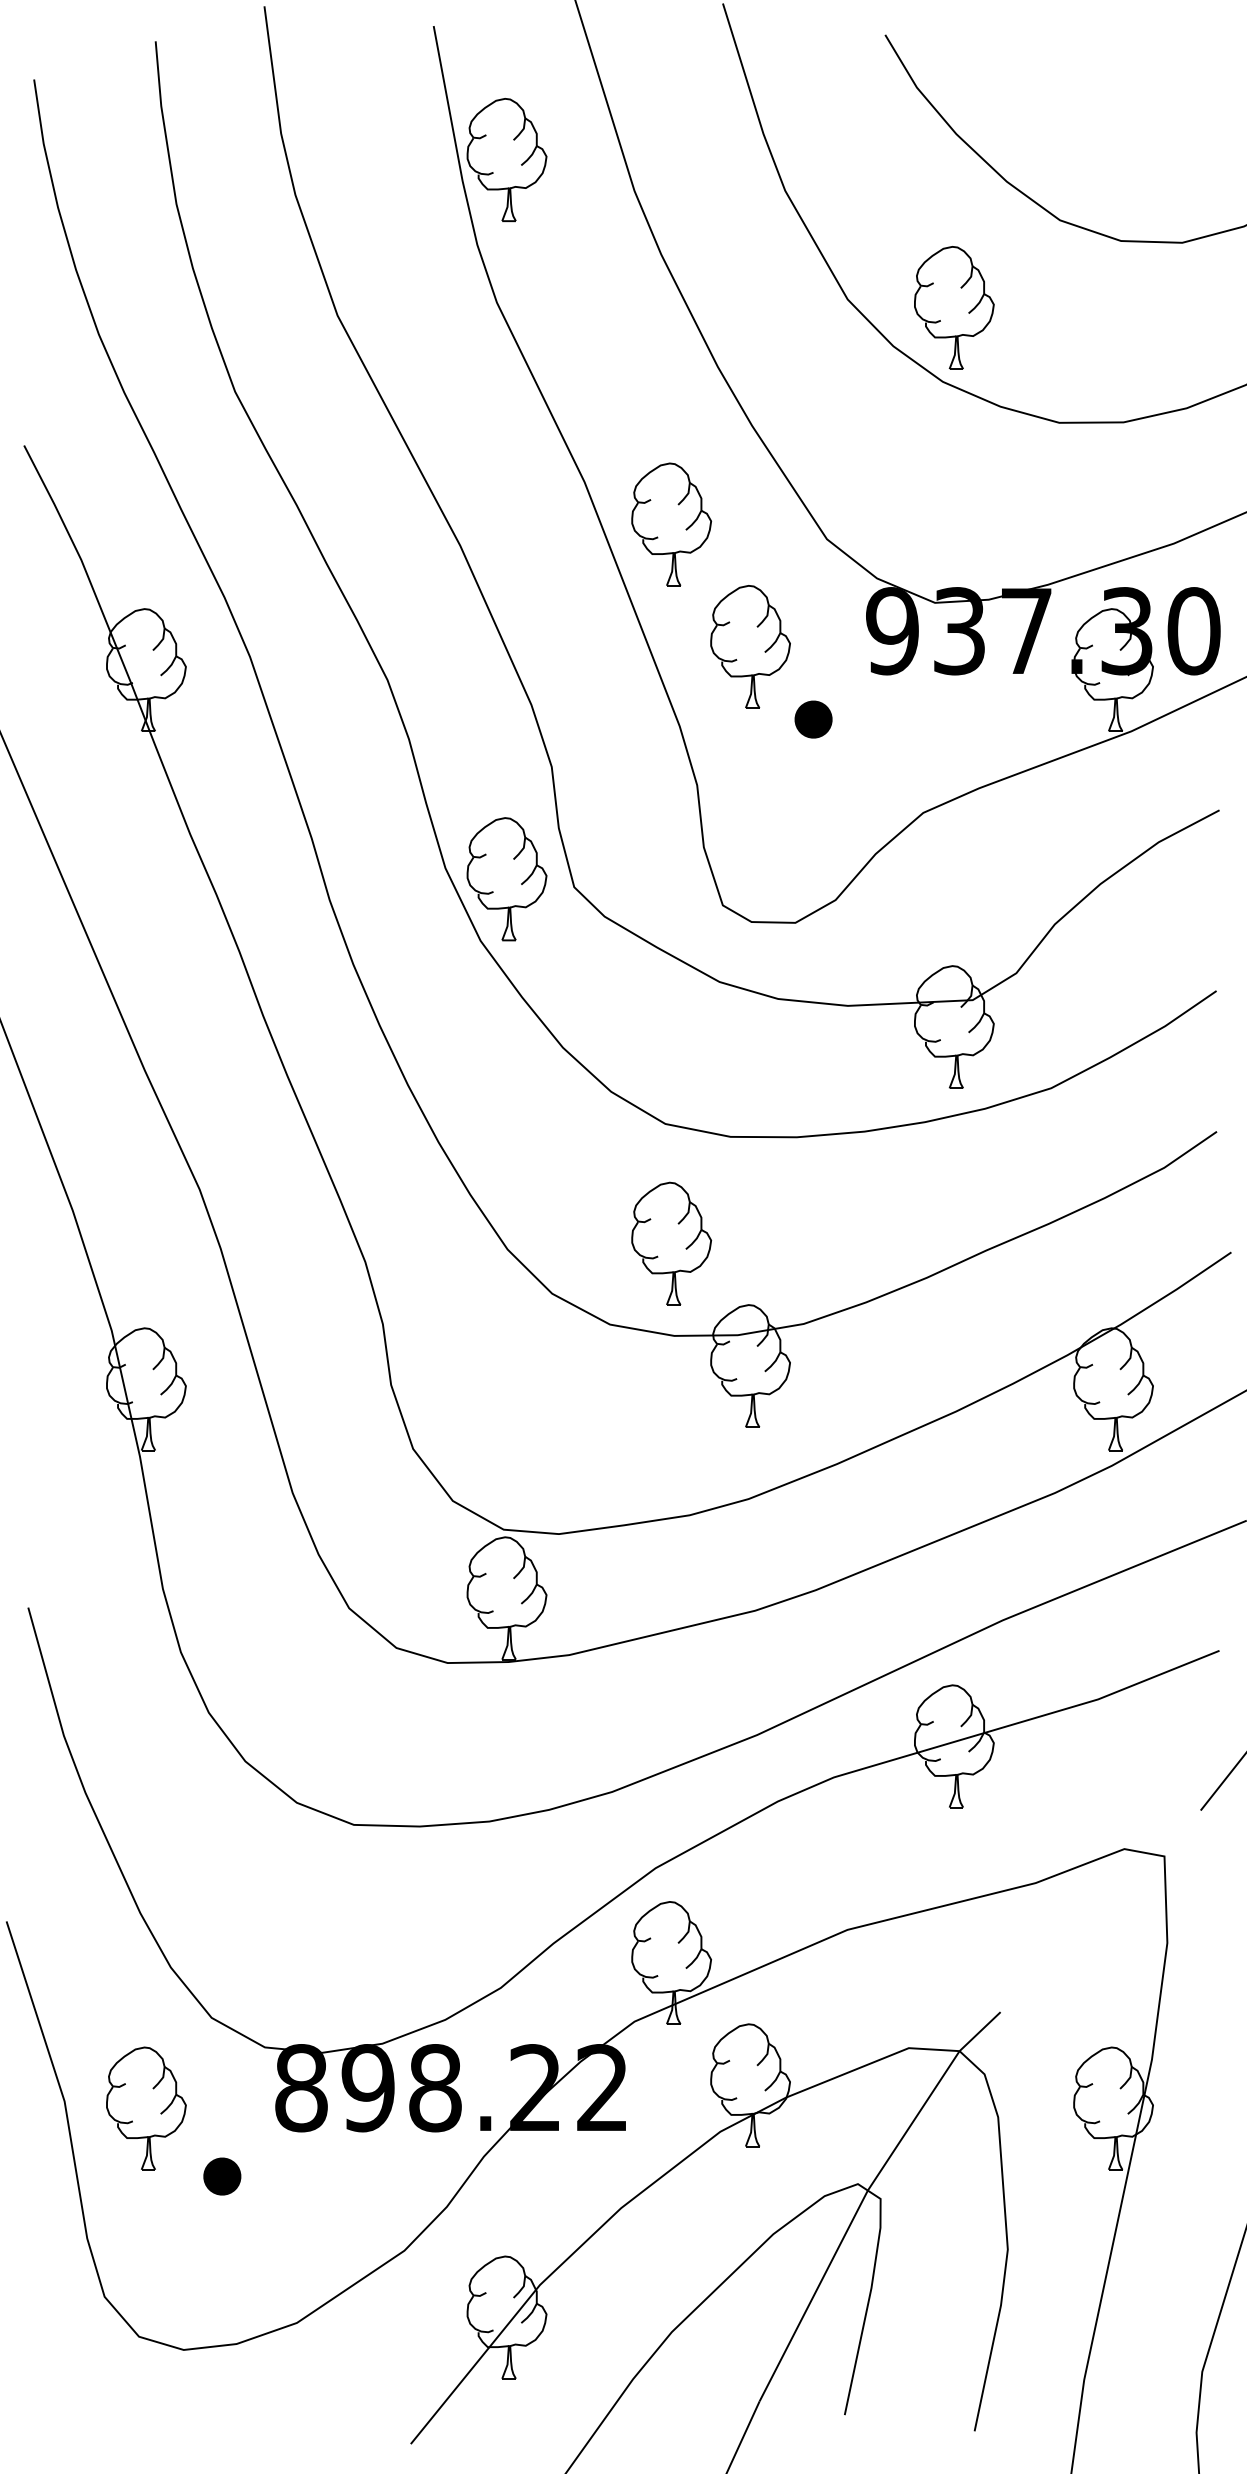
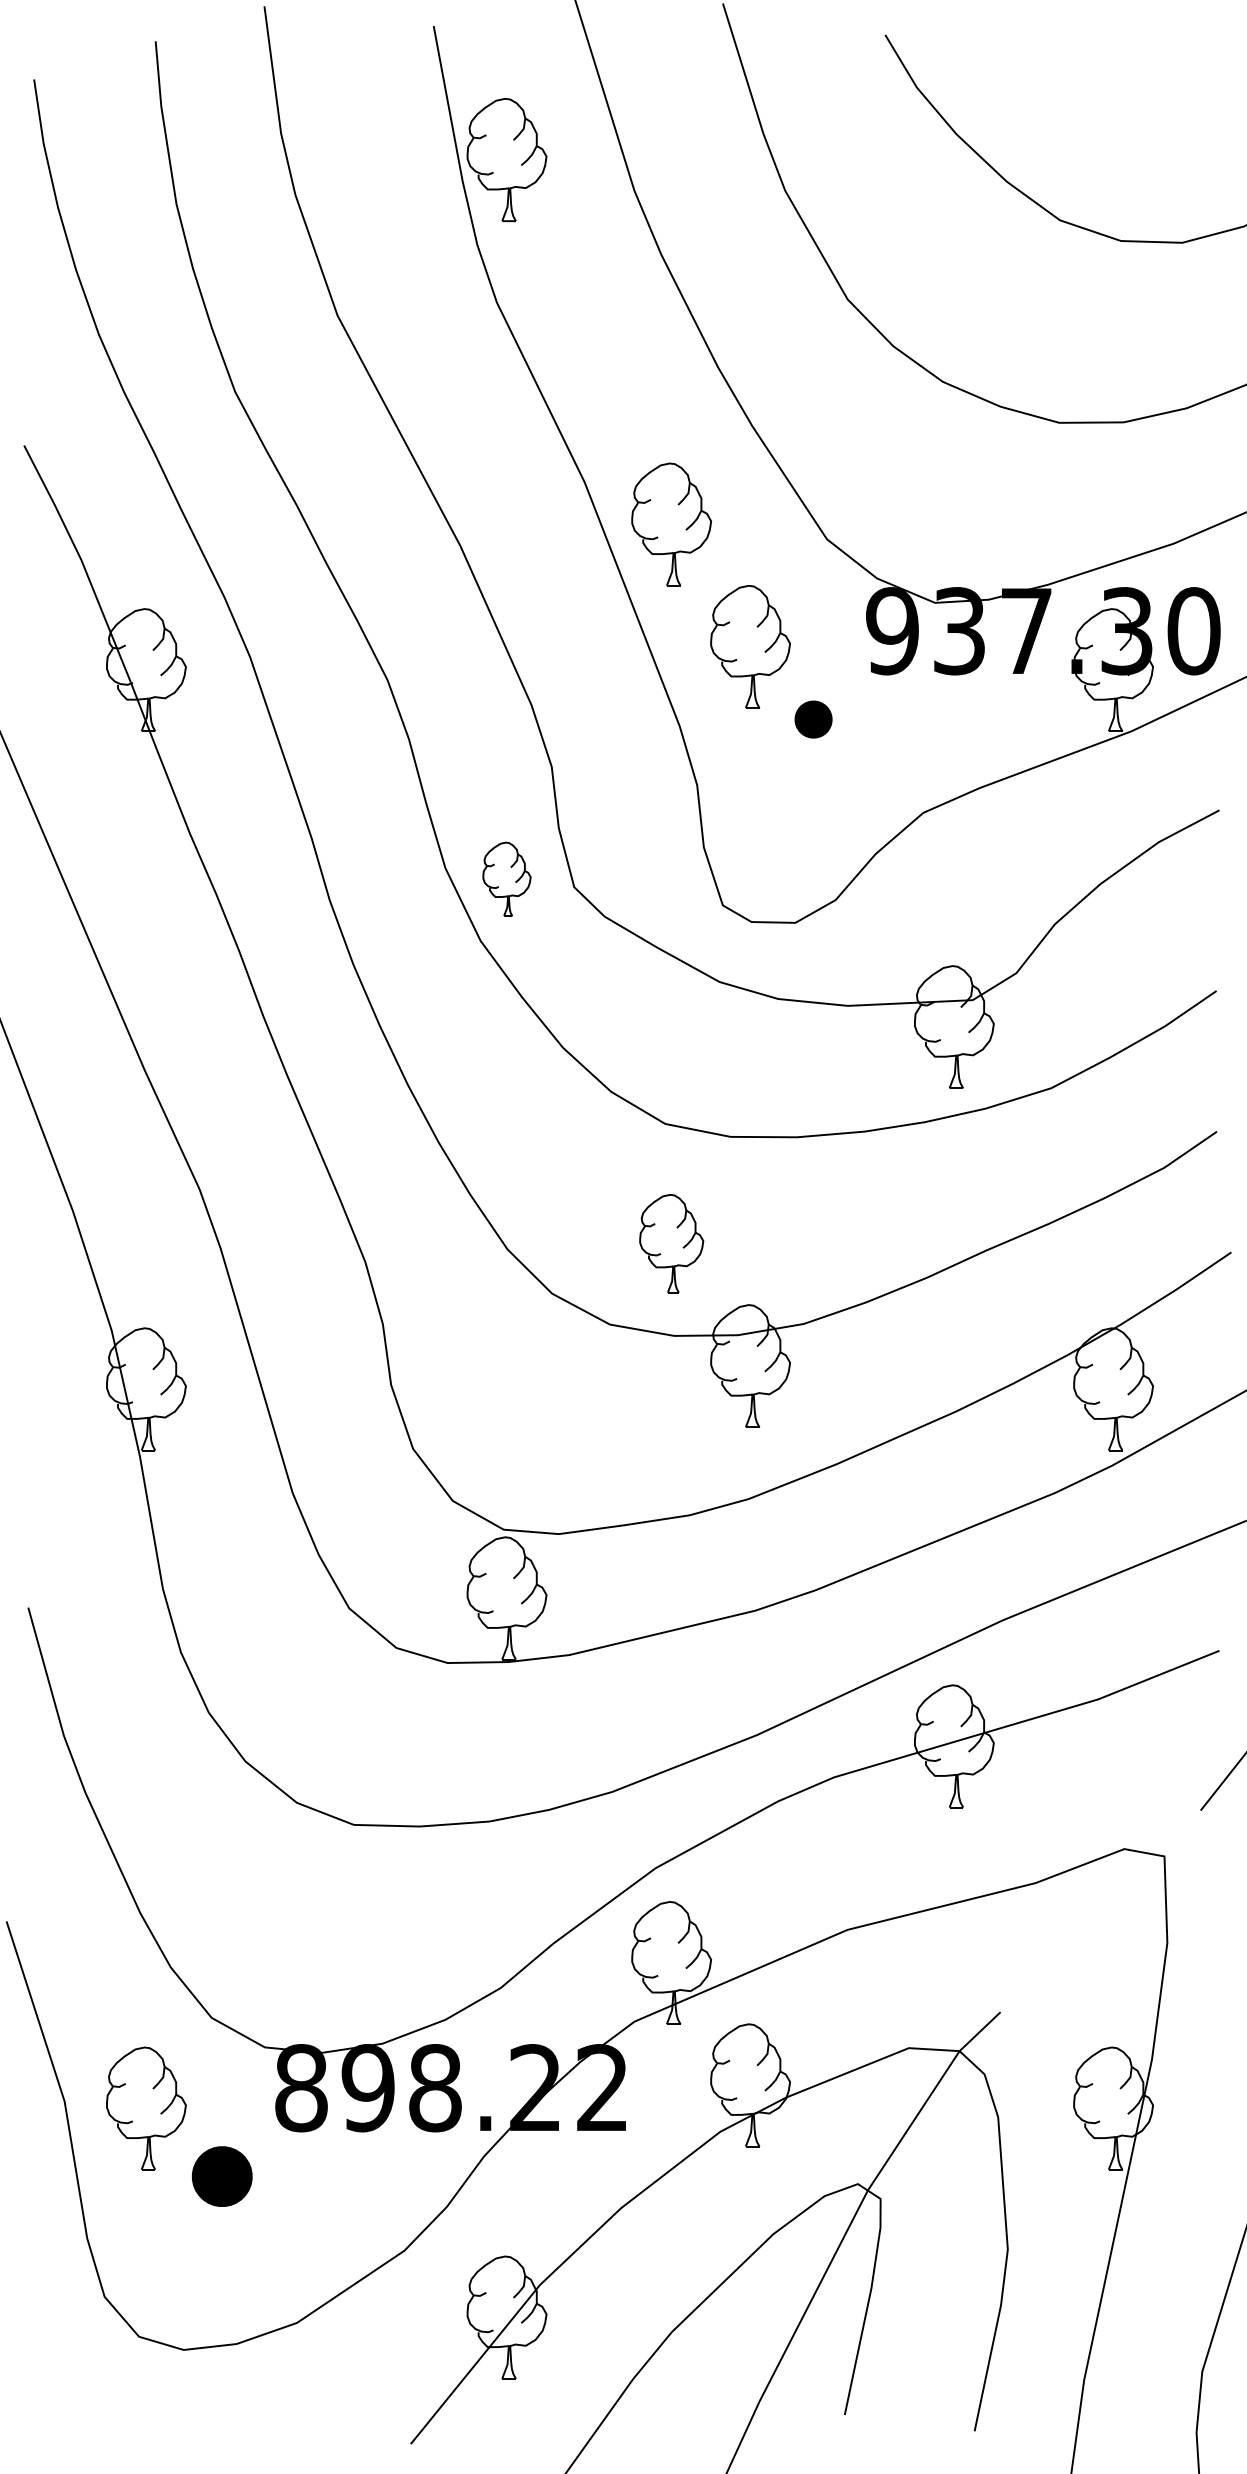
part at (954, 307): present -> none
part at (506, 879) size: 82x125 px -> 50x76 px
part at (671, 1243) size: 82x125 px -> 66x100 px
part at (222, 2176) size: 39x39 px -> 62x61 px
